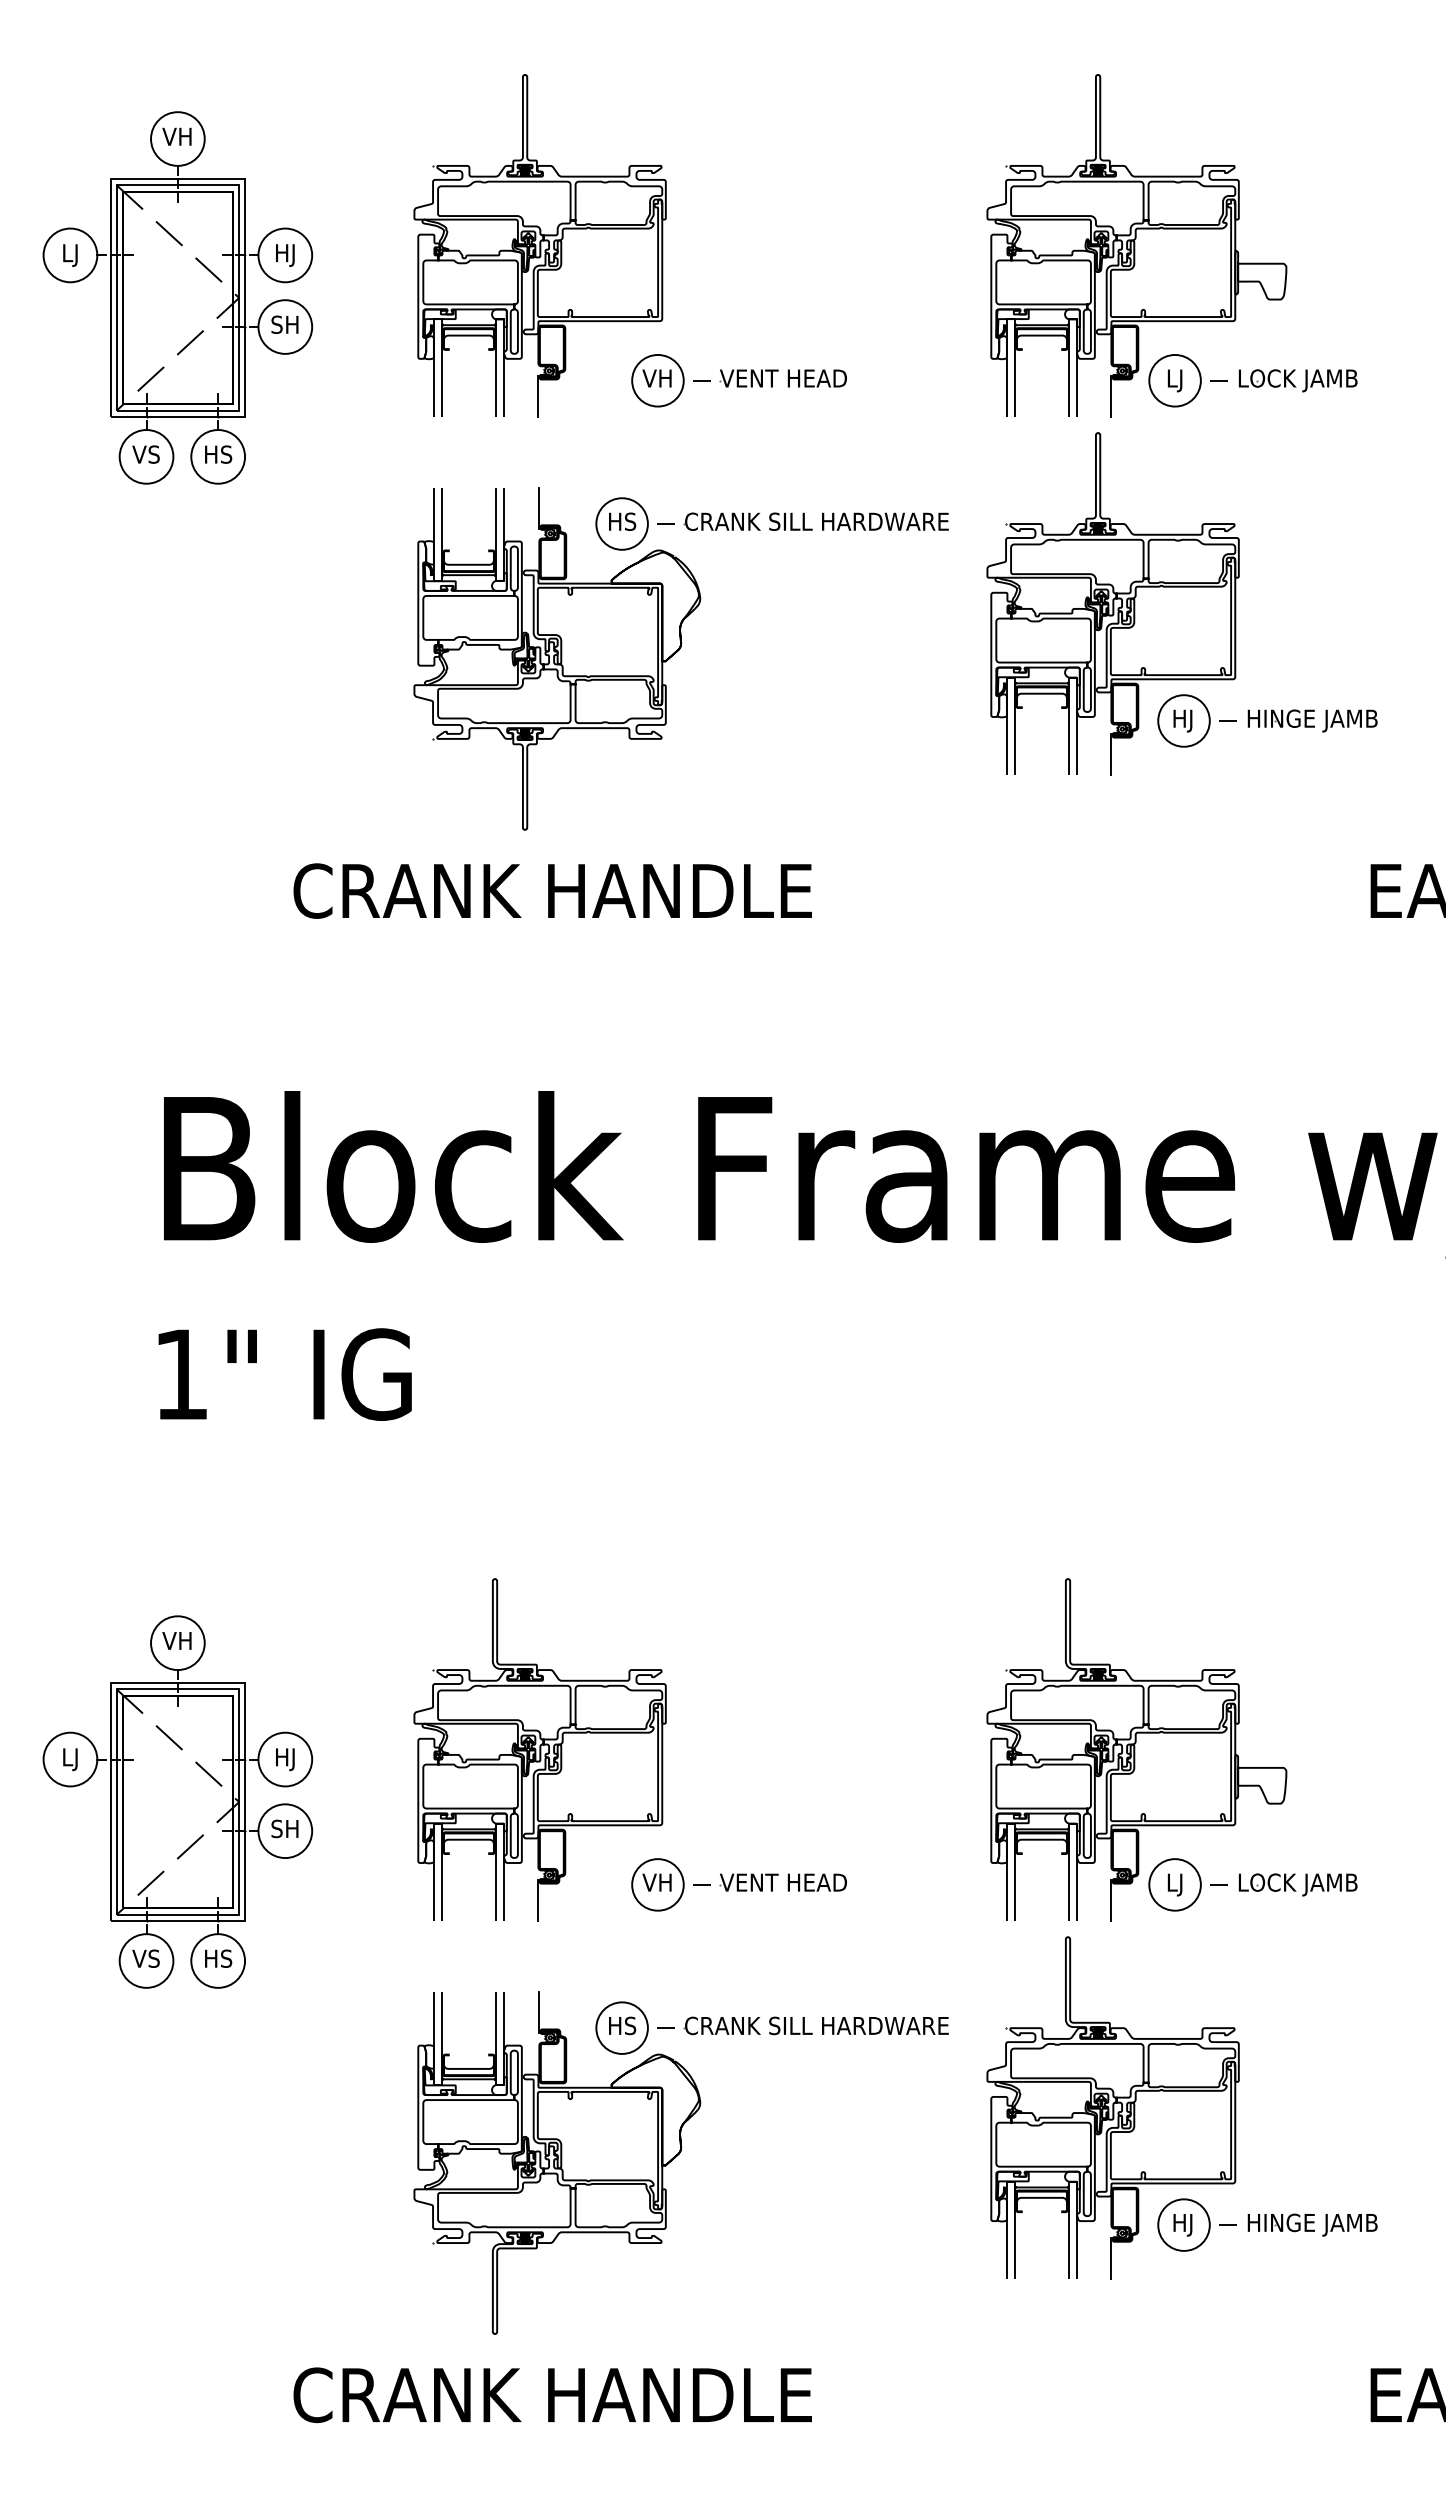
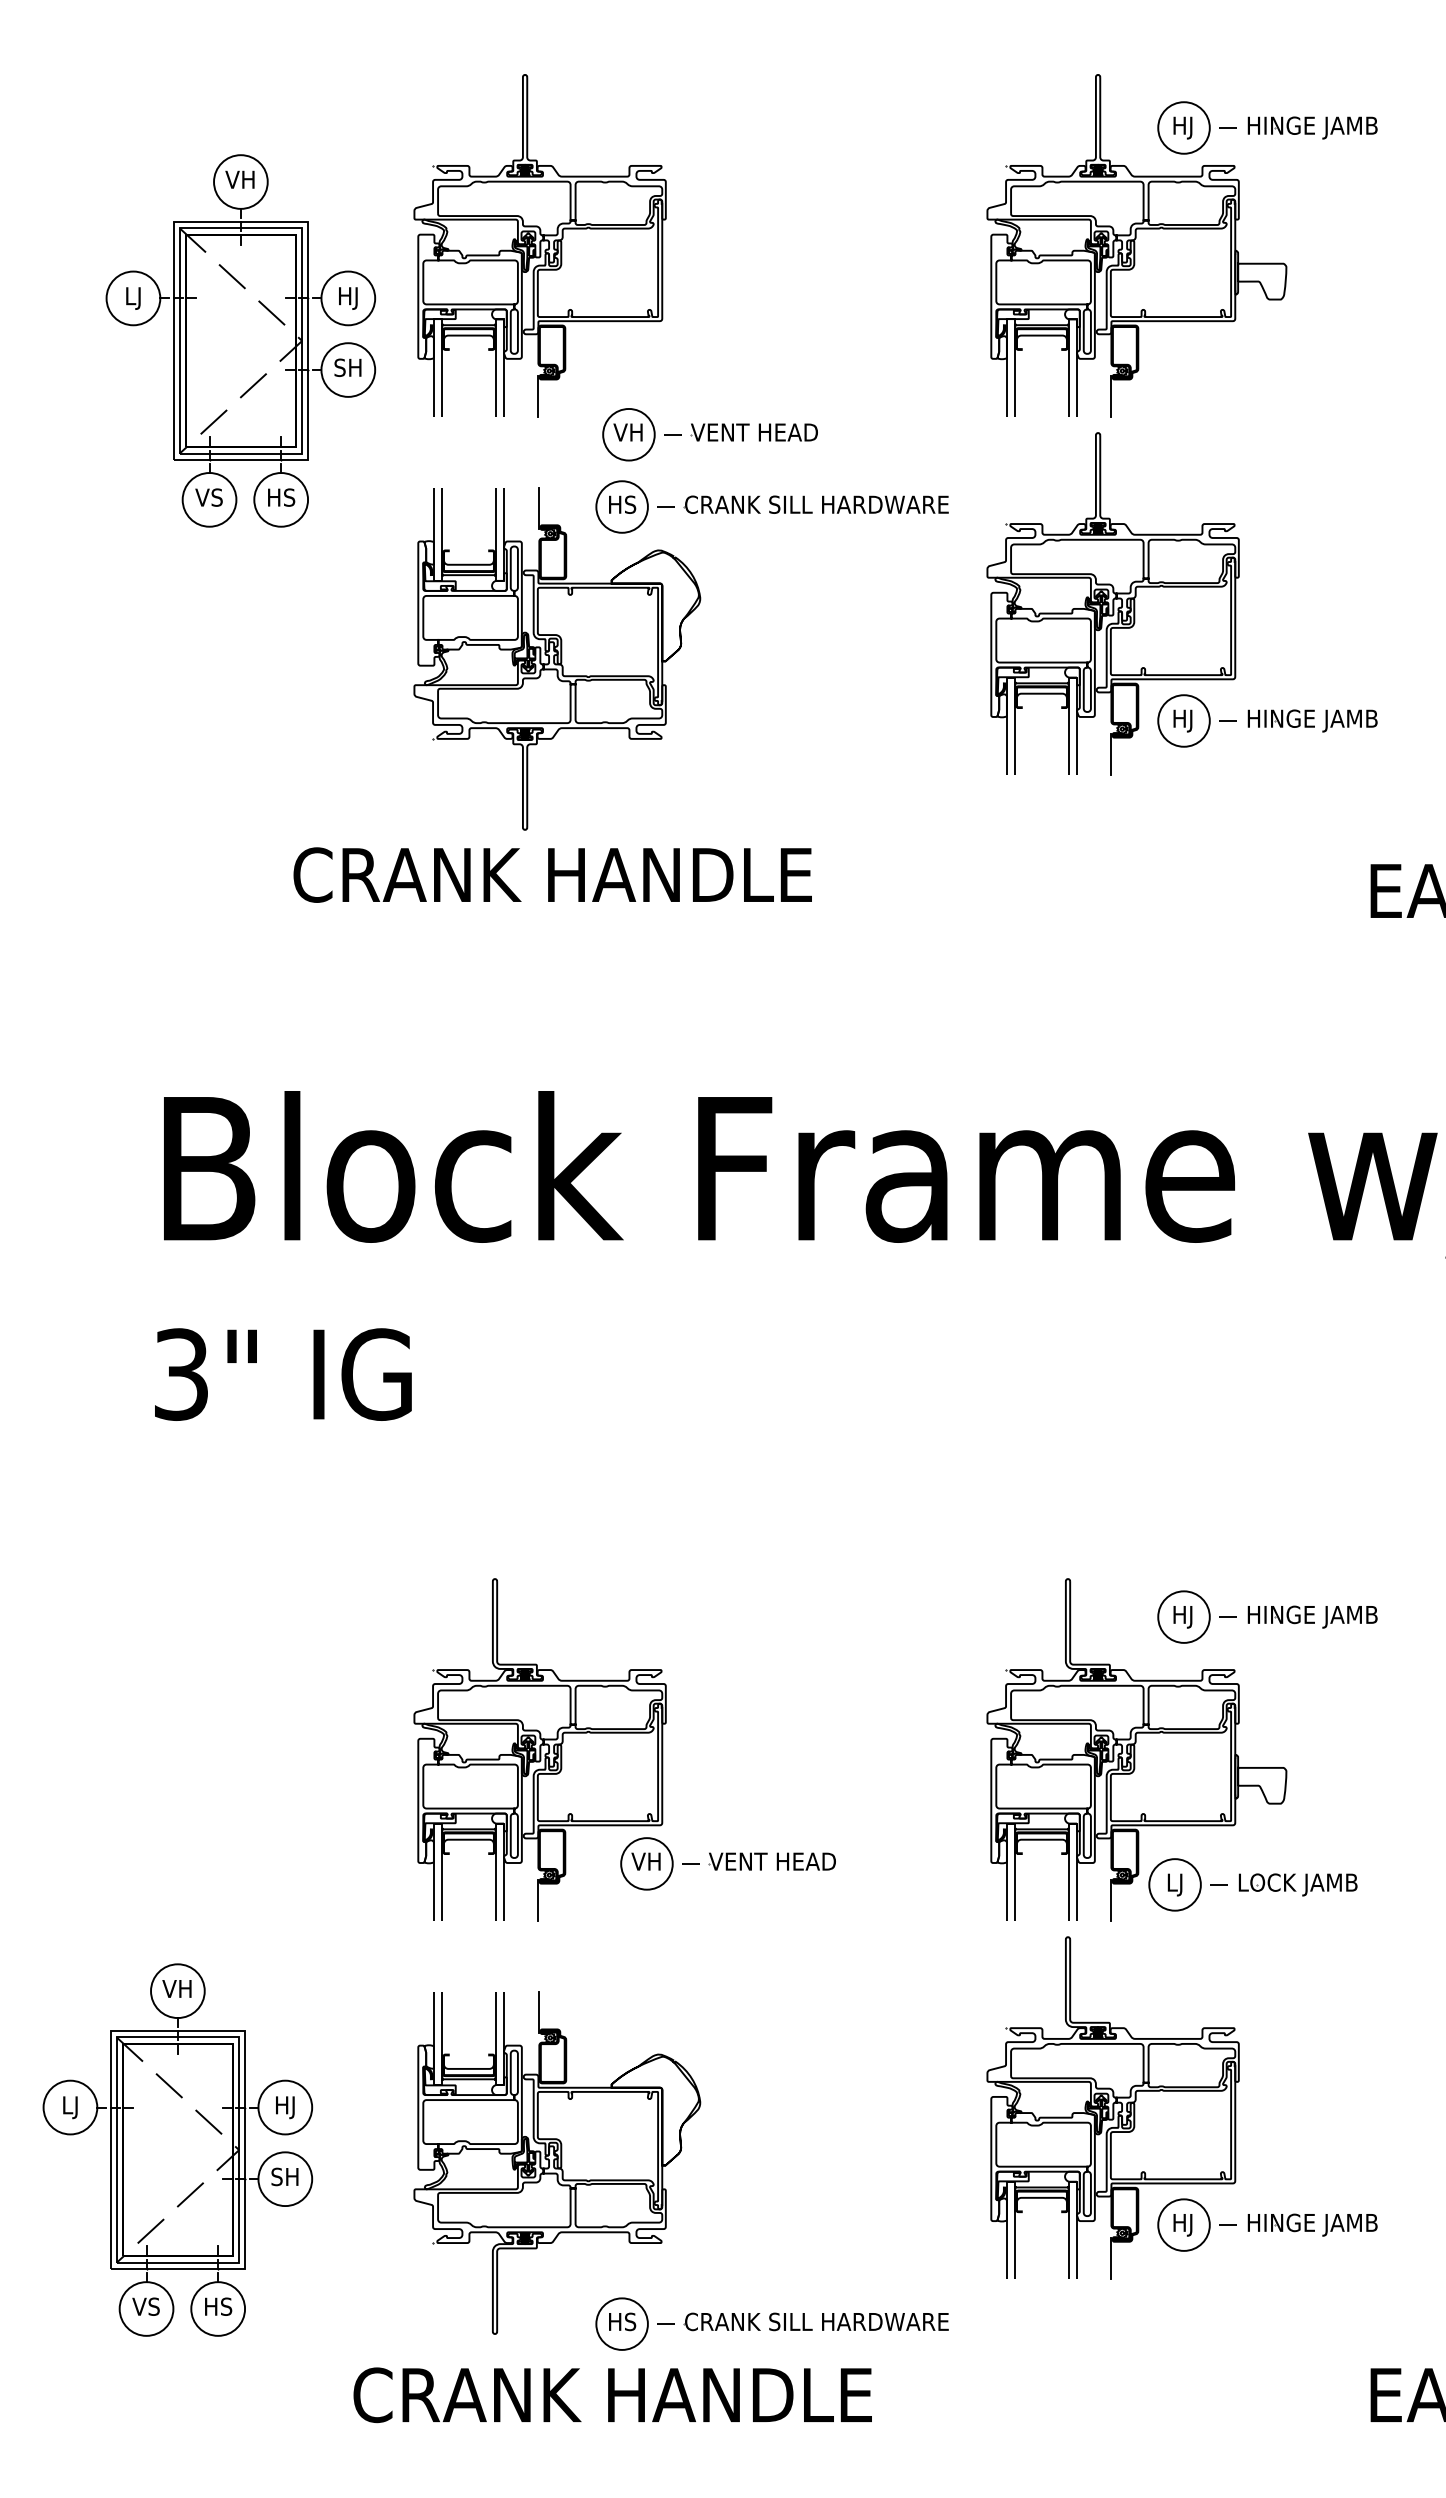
part at (1267, 127): none -> present
part at (177, 297) position: (177, 297) -> (240, 340)
part at (738, 380) position: (738, 380) -> (709, 434)
part at (1252, 380): present -> none
part at (771, 523) position: (771, 523) -> (771, 506)
text at (552, 890) position: (552, 890) -> (552, 874)
text at (181, 1374): 1" -> 3"
part at (1267, 1616): none -> present
part at (177, 1801) position: (177, 1801) -> (177, 2149)
part at (738, 1884) position: (738, 1884) -> (727, 1863)
part at (771, 2027) position: (771, 2027) -> (771, 2323)
text at (552, 2395) position: (552, 2395) -> (612, 2395)
